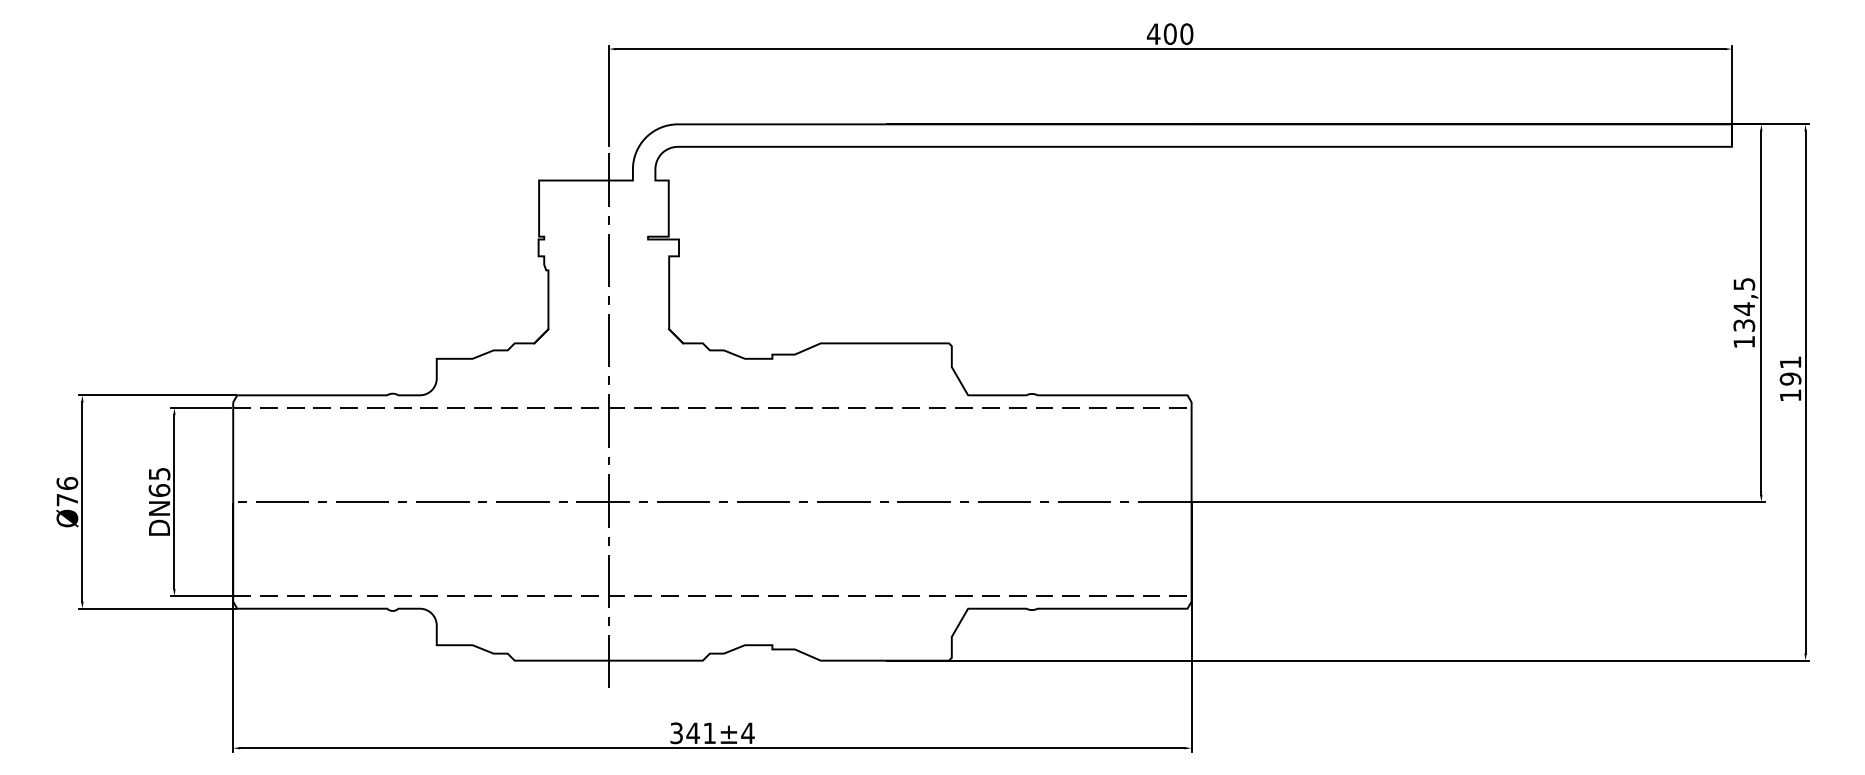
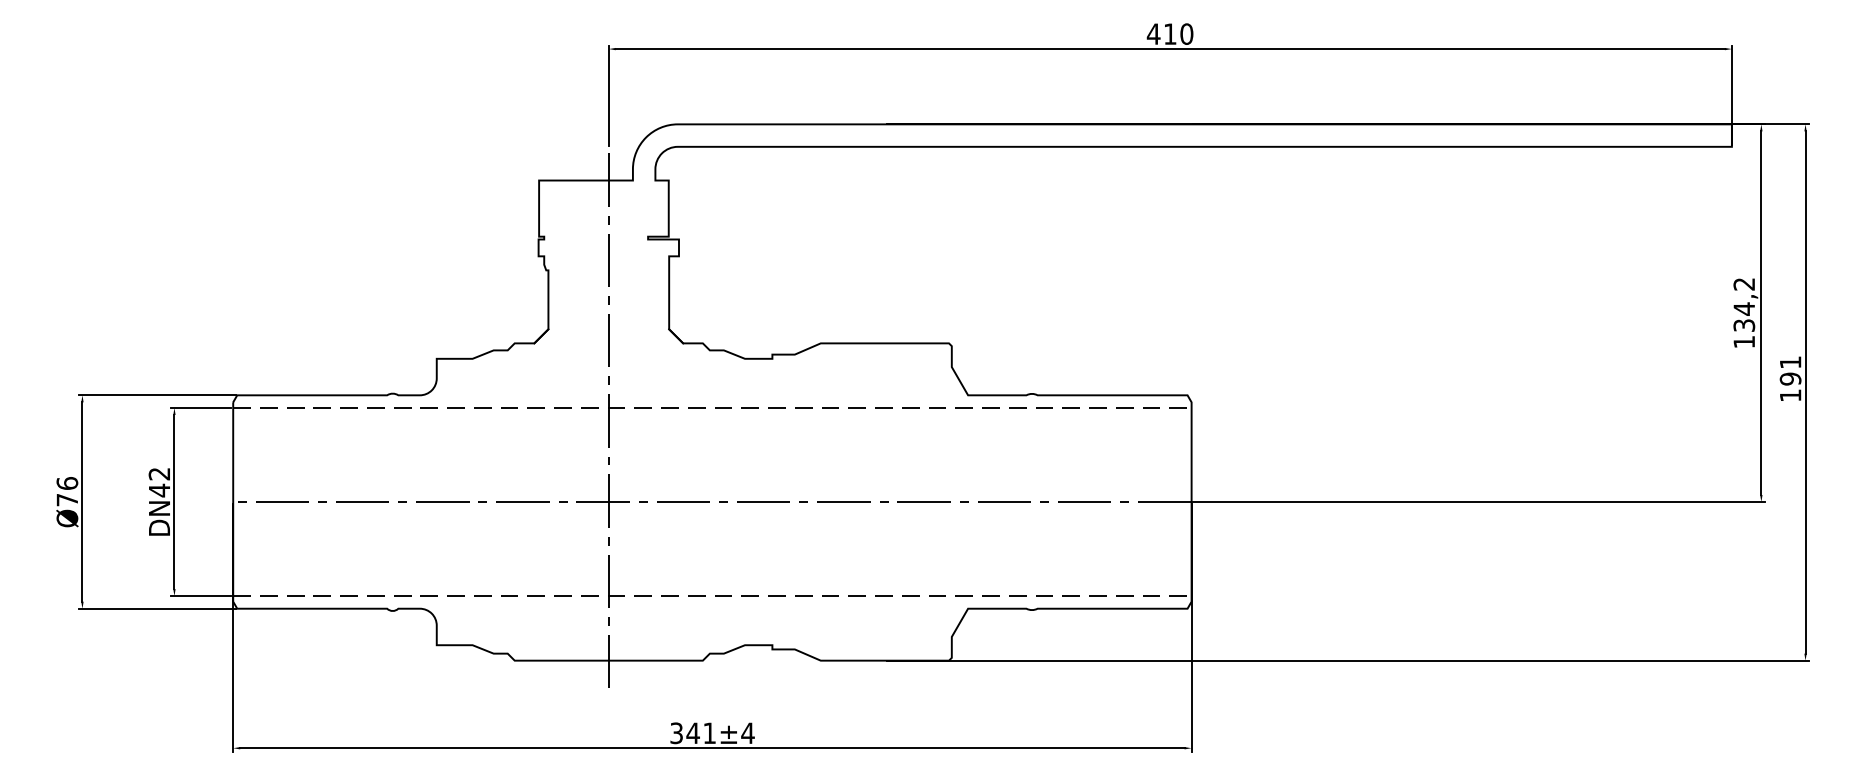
text at (1169, 33): 400 -> 410
text at (1744, 284): 134,5 -> 134,2
text at (159, 482): DN65 -> DN42
